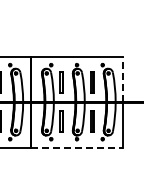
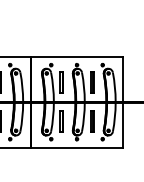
line at (123, 78): dashed -> solid
line at (77, 147): dashed -> solid
